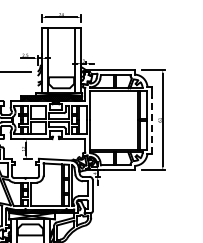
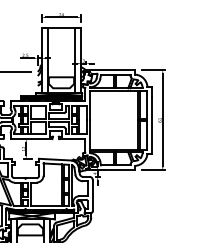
line at (151, 125): dashed -> solid
